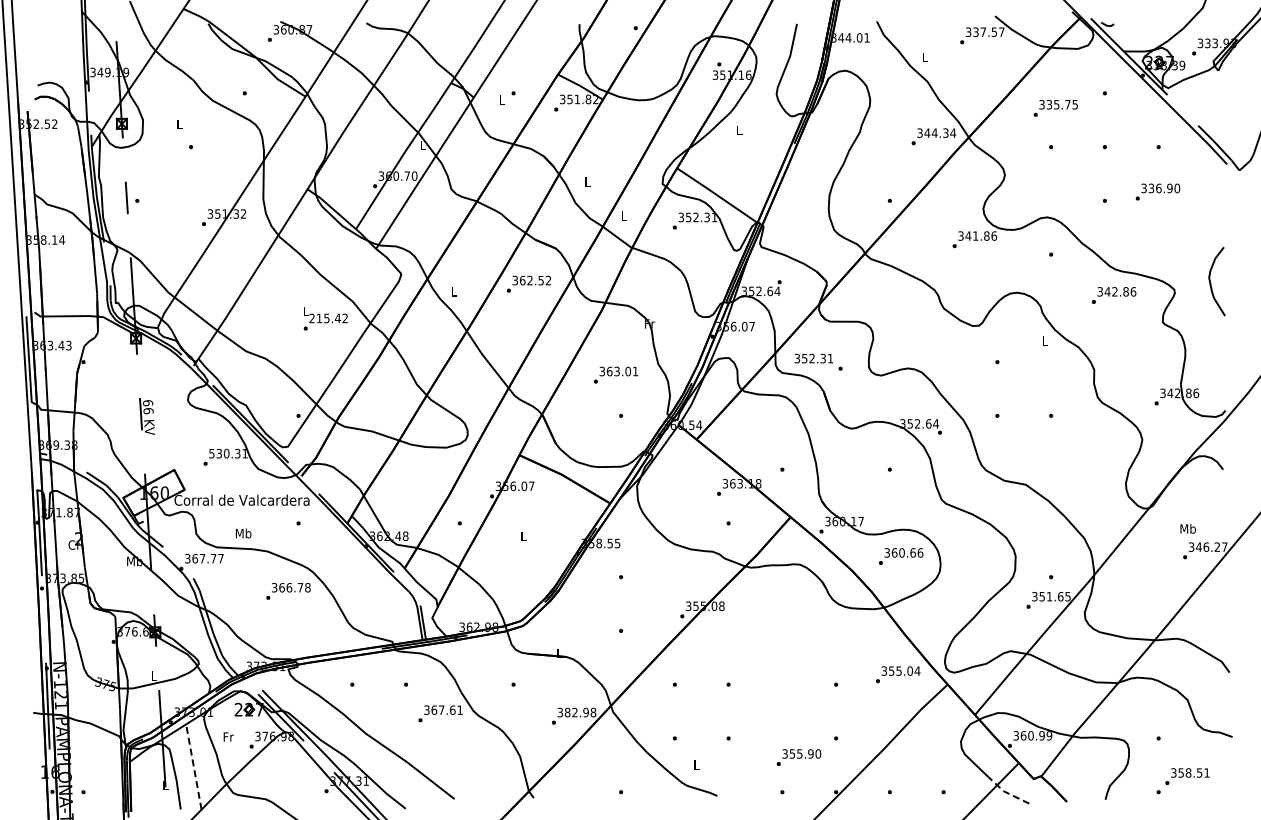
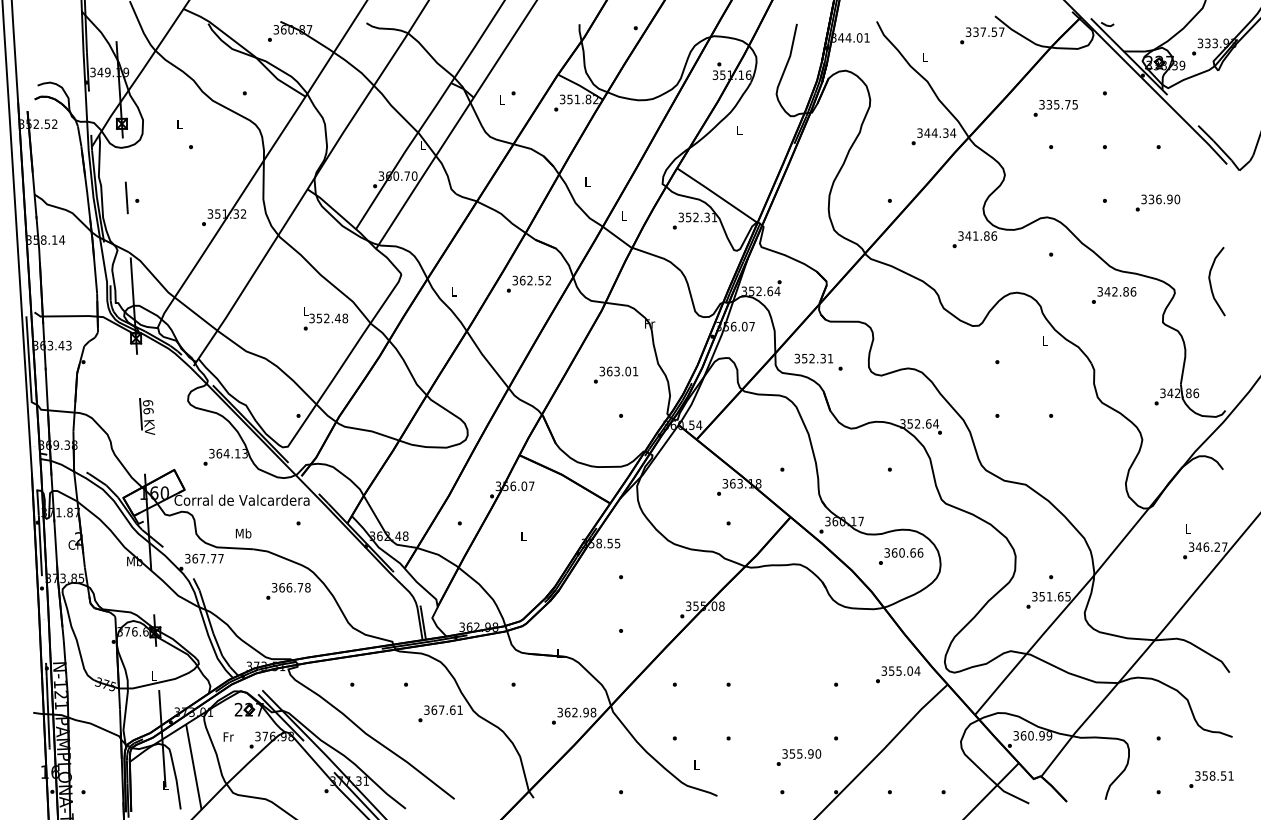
text at (1157, 191) position: (1157, 191) -> (1157, 202)
text at (328, 318): 215.42 -> 352.48
text at (228, 453): 530.31 -> 364.13
text at (1187, 528): Mb -> L
text at (567, 712): 382.98 -> 362.98
line at (193, 766): dashed -> solid
text at (1187, 776) position: (1187, 776) -> (1211, 779)
line at (1006, 792): dashed -> solid
